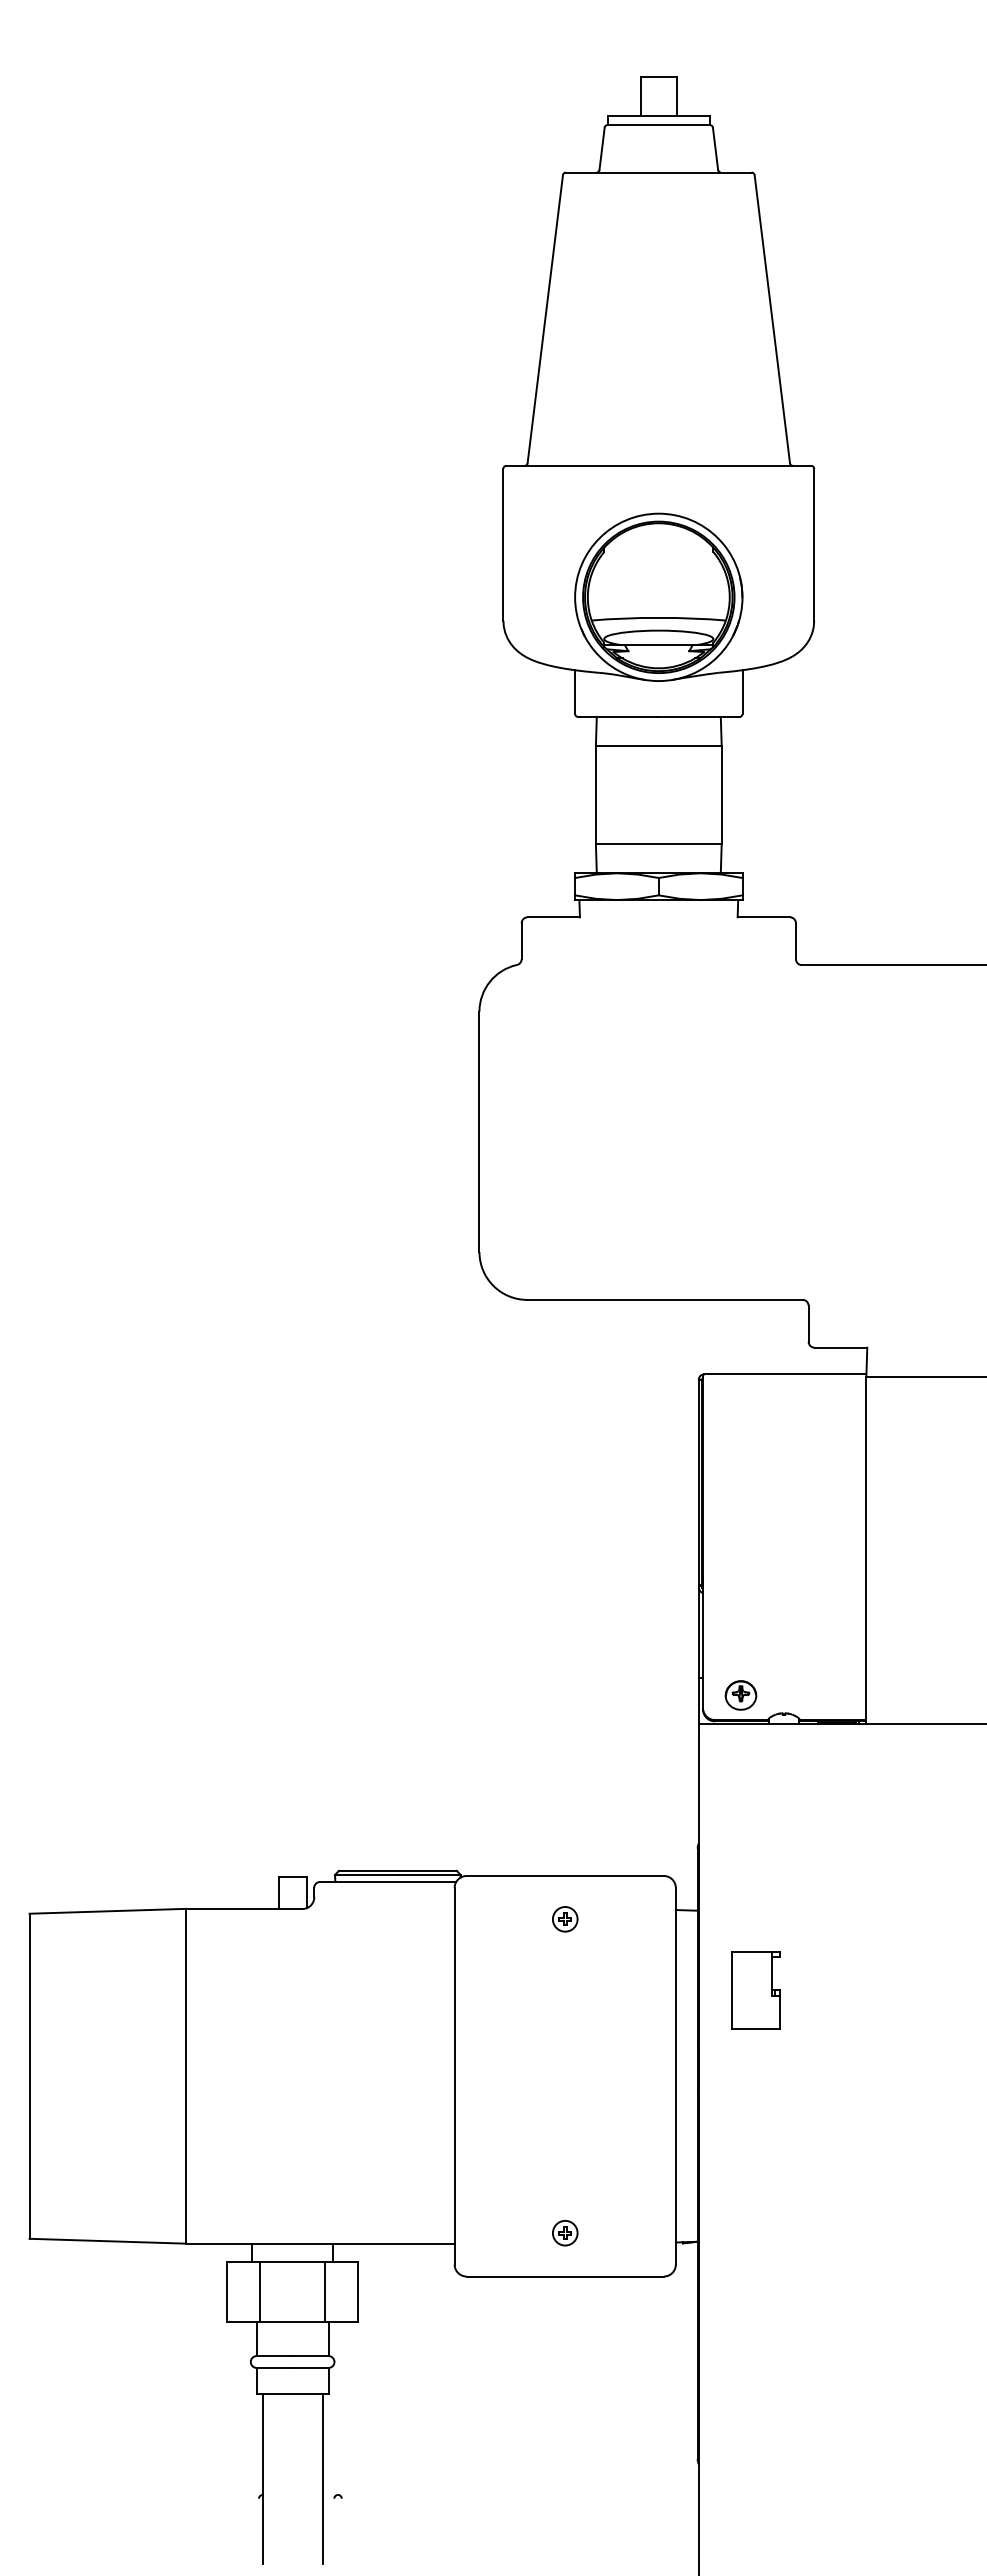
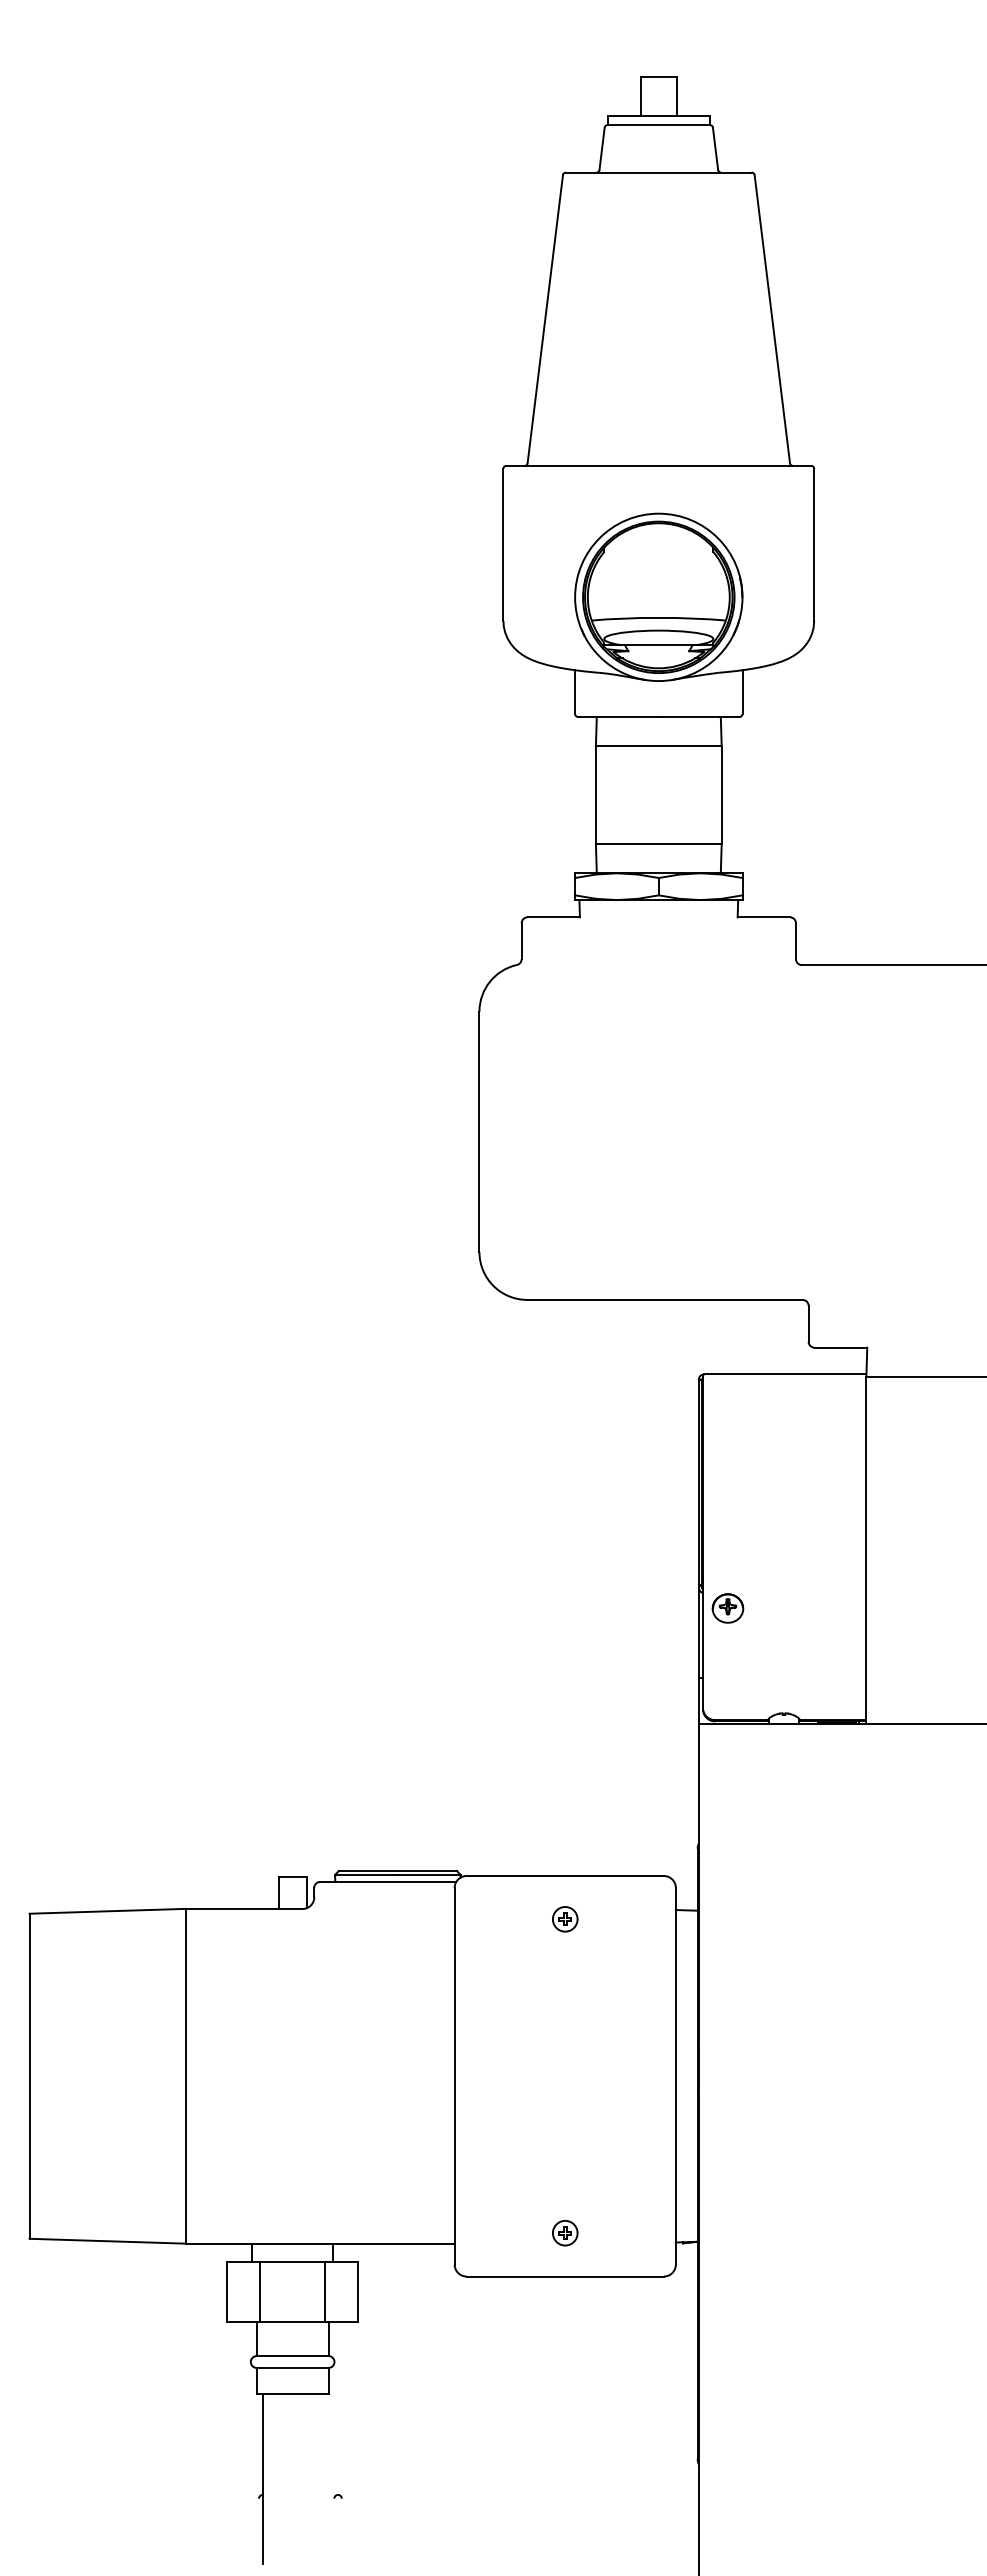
part at (740, 1695) position: (740, 1695) -> (727, 1608)
part at (755, 1990): present -> none
line at (322, 2478): present -> none
